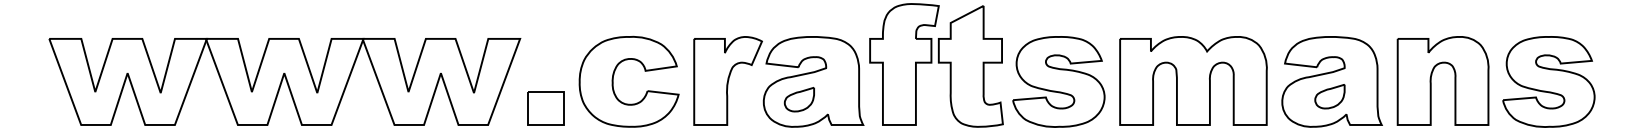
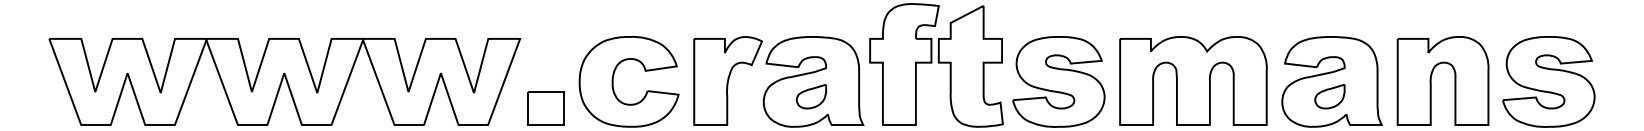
part at (798, 99) position: (798, 99) -> (810, 96)
